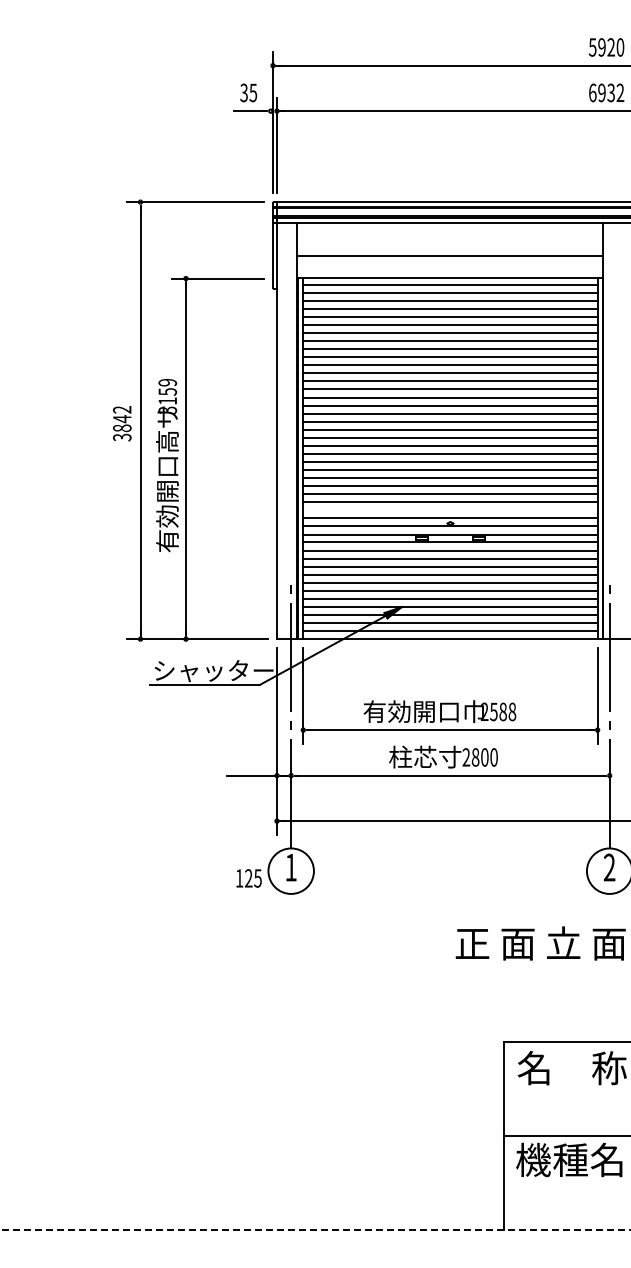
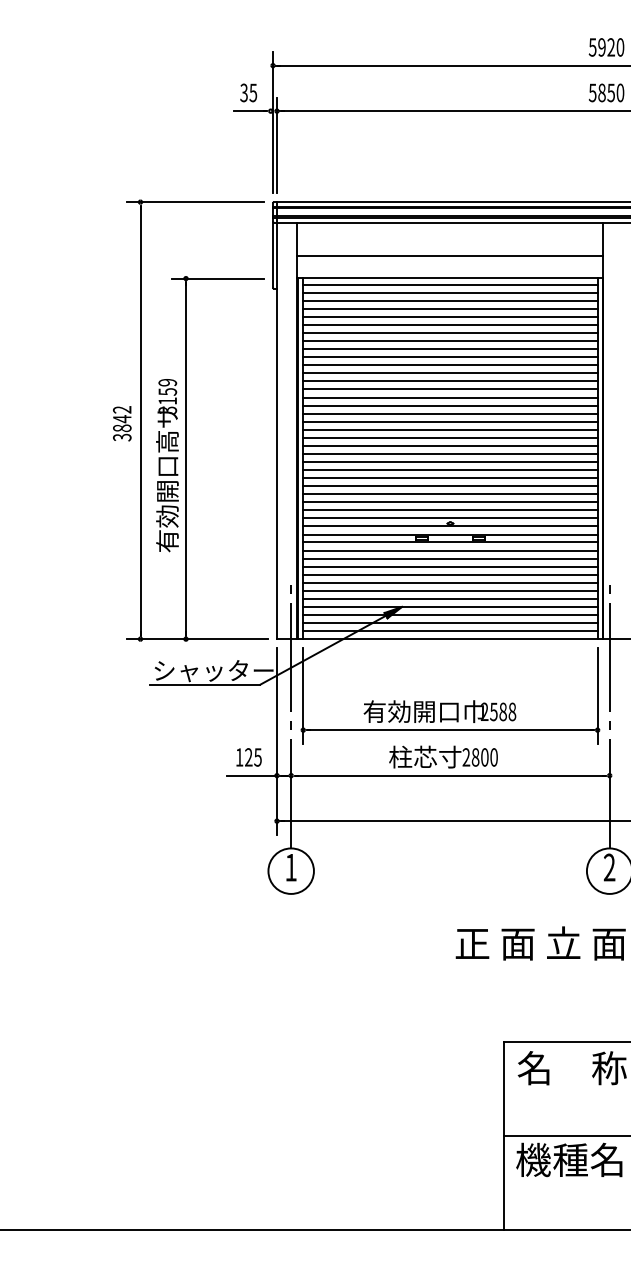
text at (606, 92): 6932 -> 5850
line at (450, 510): none -> present
text at (248, 878) position: (248, 878) -> (248, 757)
line at (315, 1229): dashed -> solid
